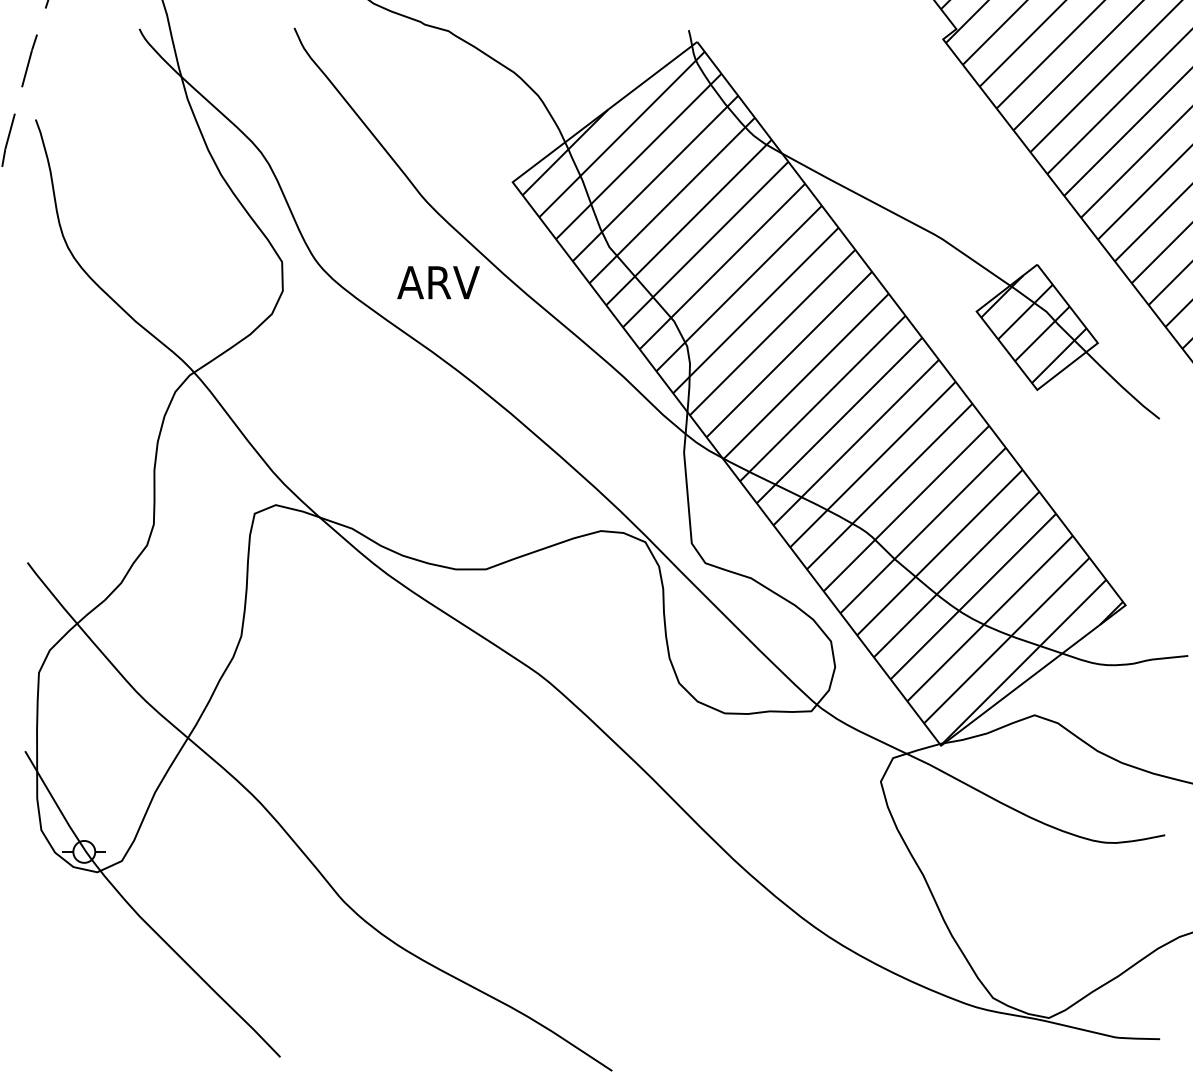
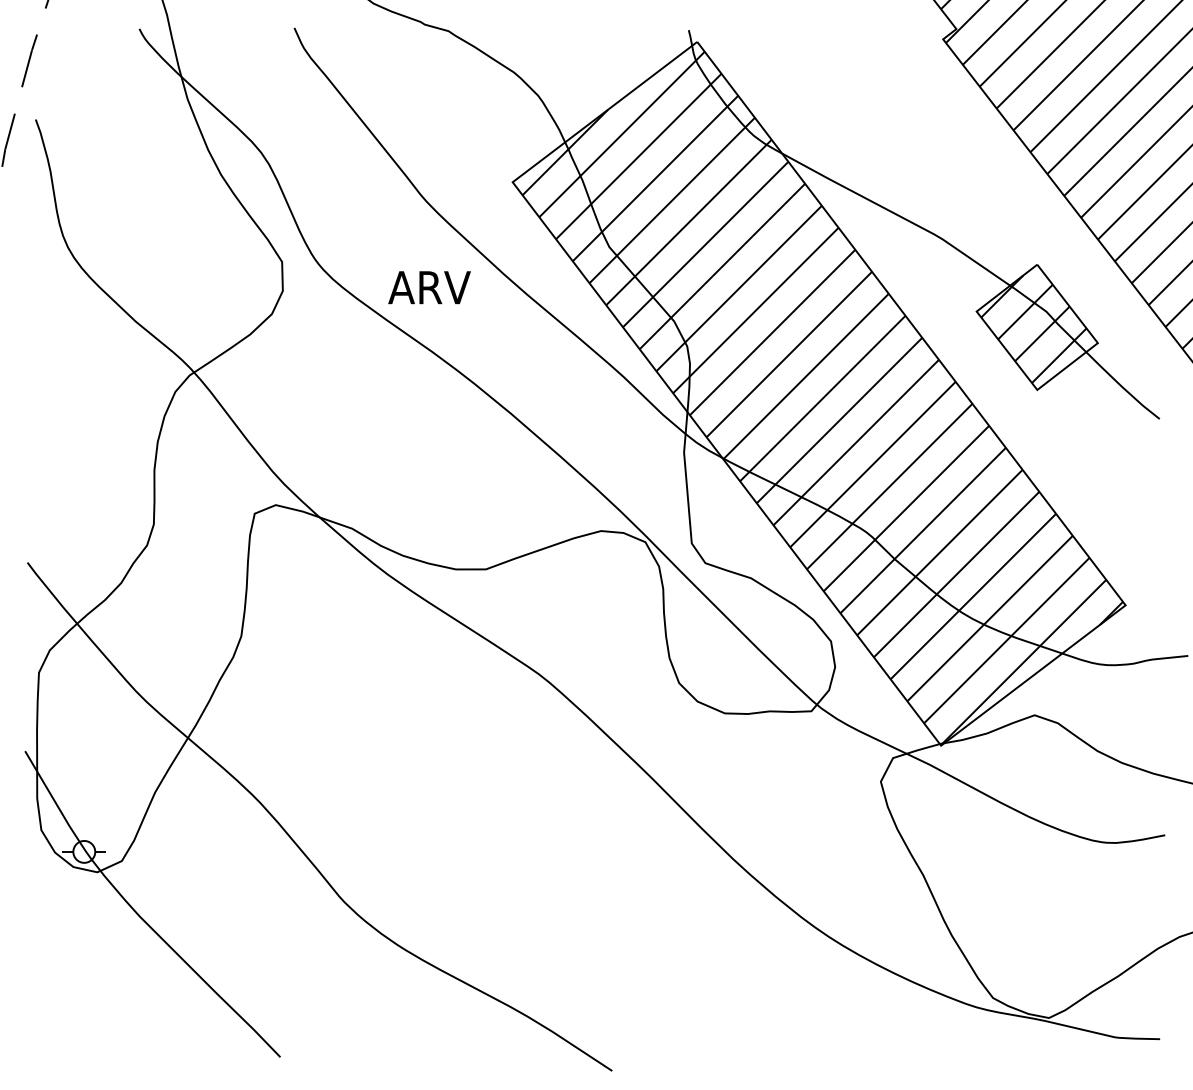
text at (438, 282) position: (438, 282) -> (429, 287)
